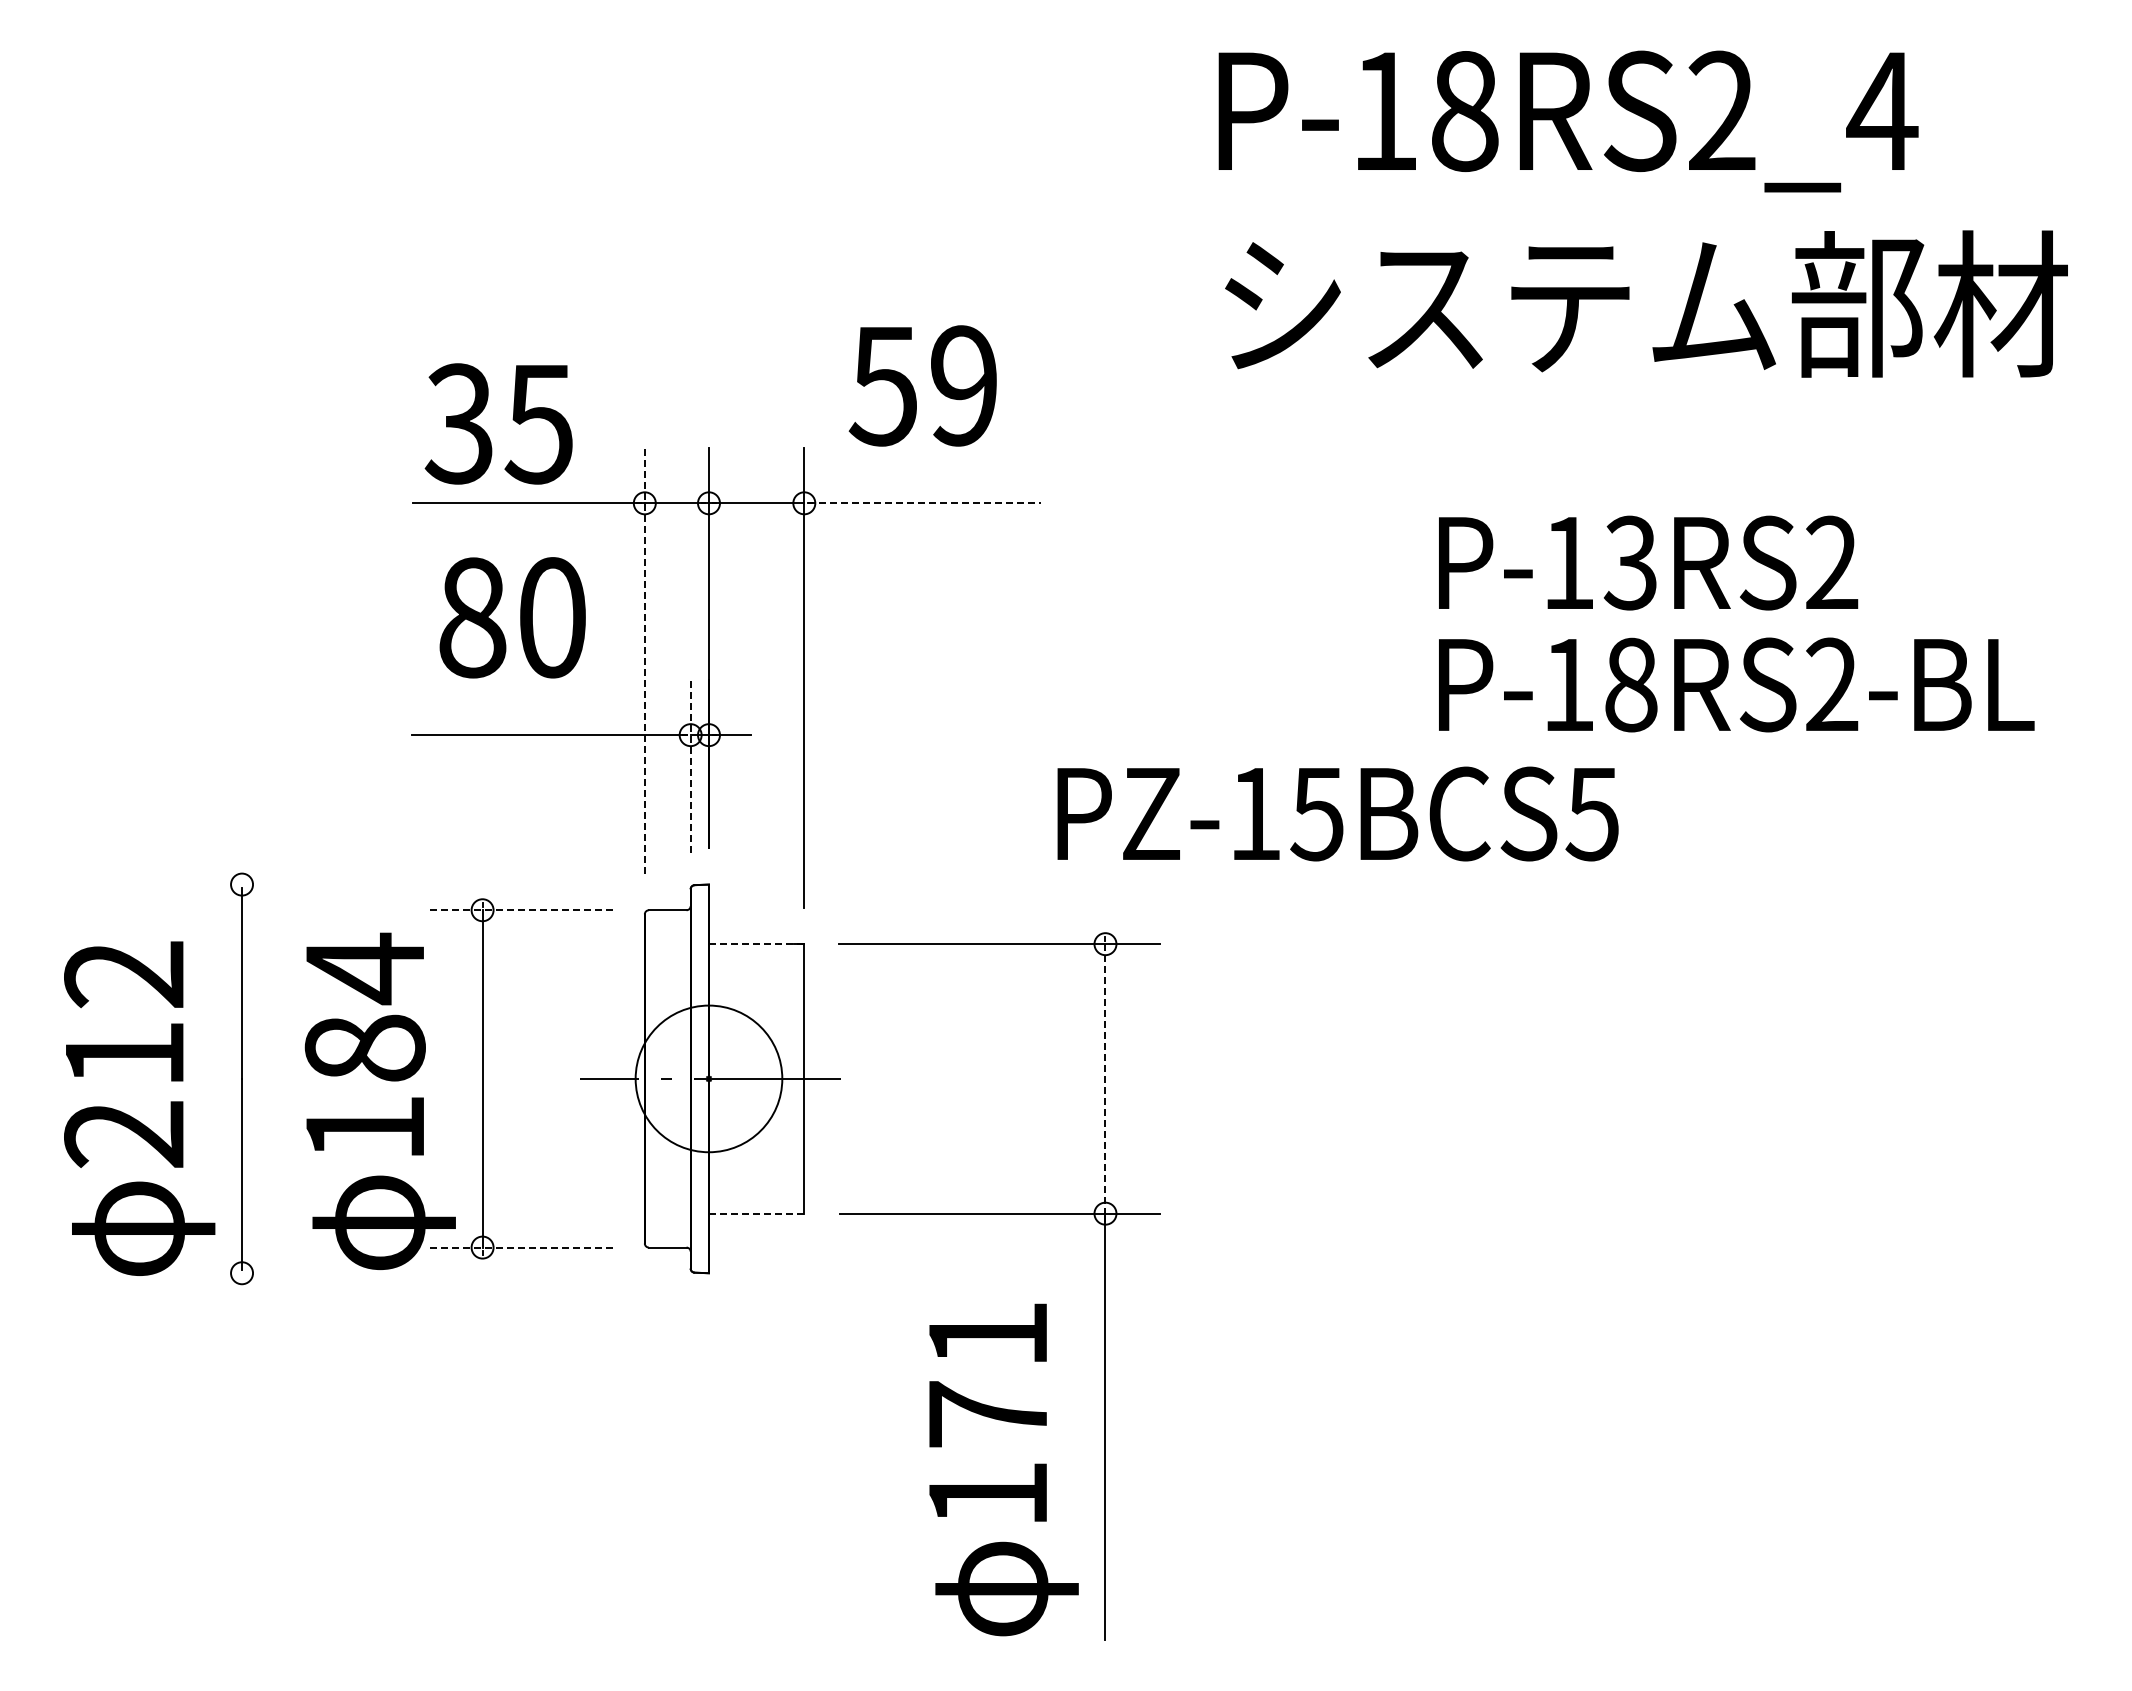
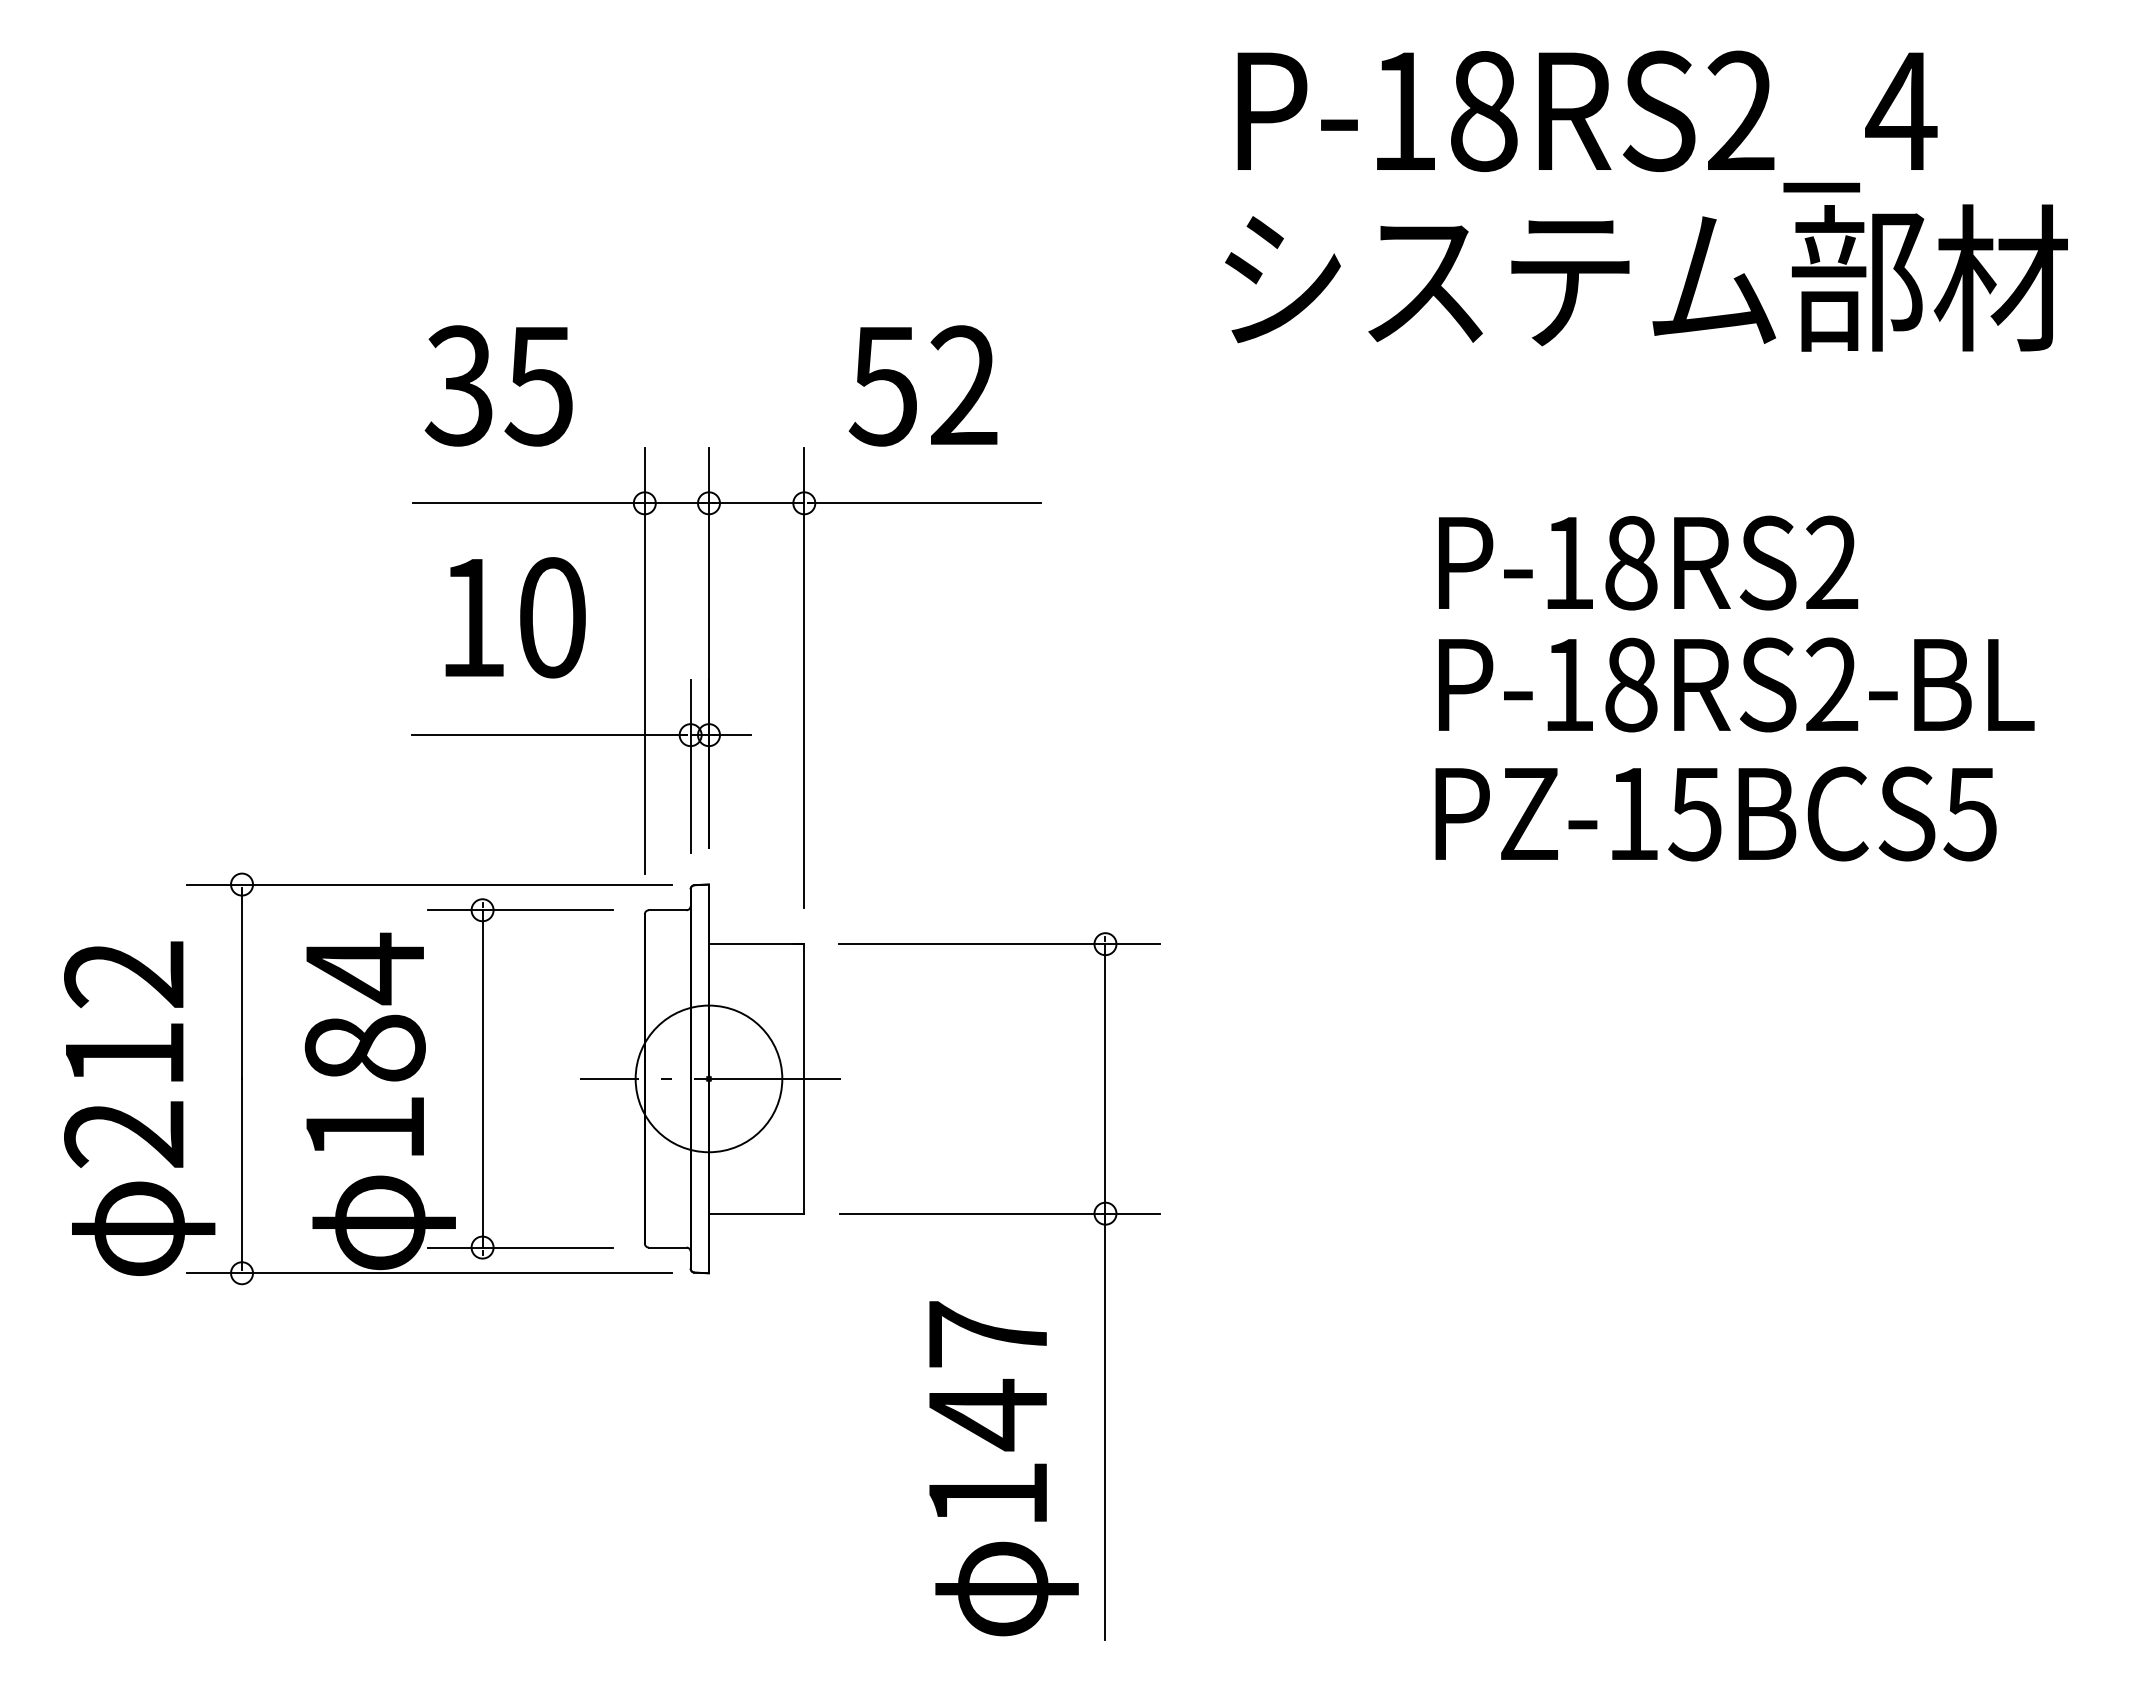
text at (1568, 121) position: (1568, 121) -> (1587, 121)
text at (1646, 303) position: (1646, 303) -> (1646, 277)
text at (963, 385): 59 -> 52
text at (498, 423) position: (498, 423) -> (498, 385)
line at (924, 503): dashed -> solid
text at (1630, 562): P-13RS2 -> P-18RS2
text at (472, 617): 80 -> 10
line at (644, 661): dashed -> solid
line at (690, 765): dashed -> solid
text at (1337, 813) position: (1337, 813) -> (1715, 813)
line at (429, 884): none -> present
line at (520, 910): dashed -> solid
line at (756, 944): dashed -> solid
line at (1105, 1078): dashed -> solid
line at (756, 1213): dashed -> solid
line at (520, 1247): dashed -> solid
line at (429, 1273): none -> present
text at (987, 1376): 171 -> 147
